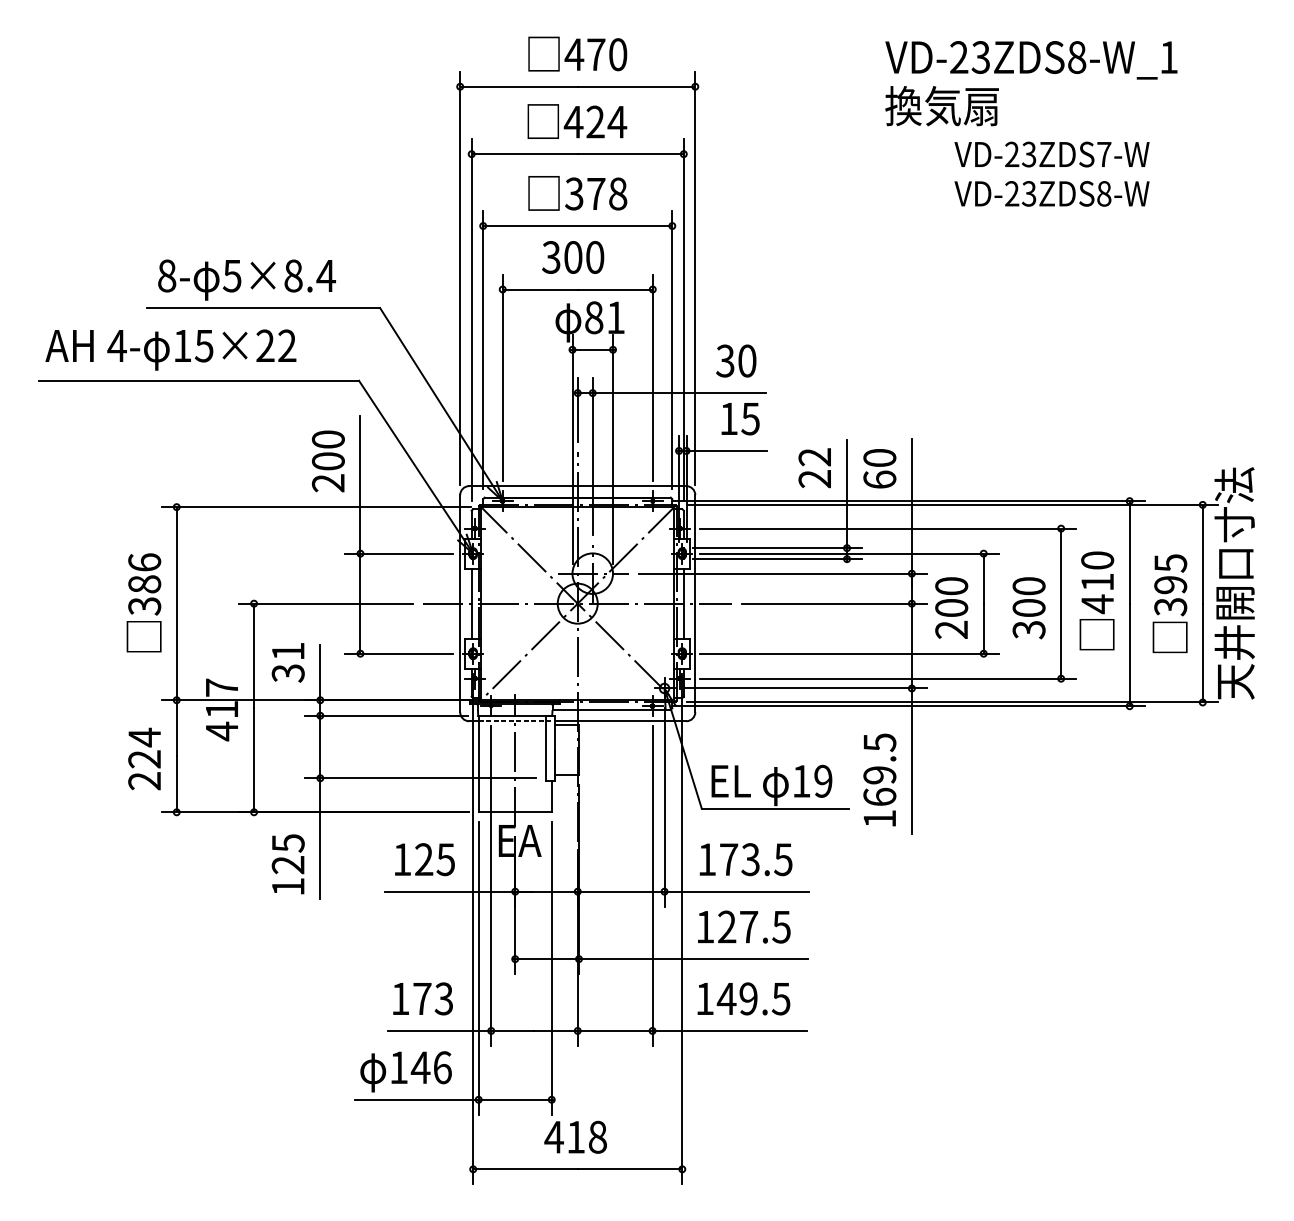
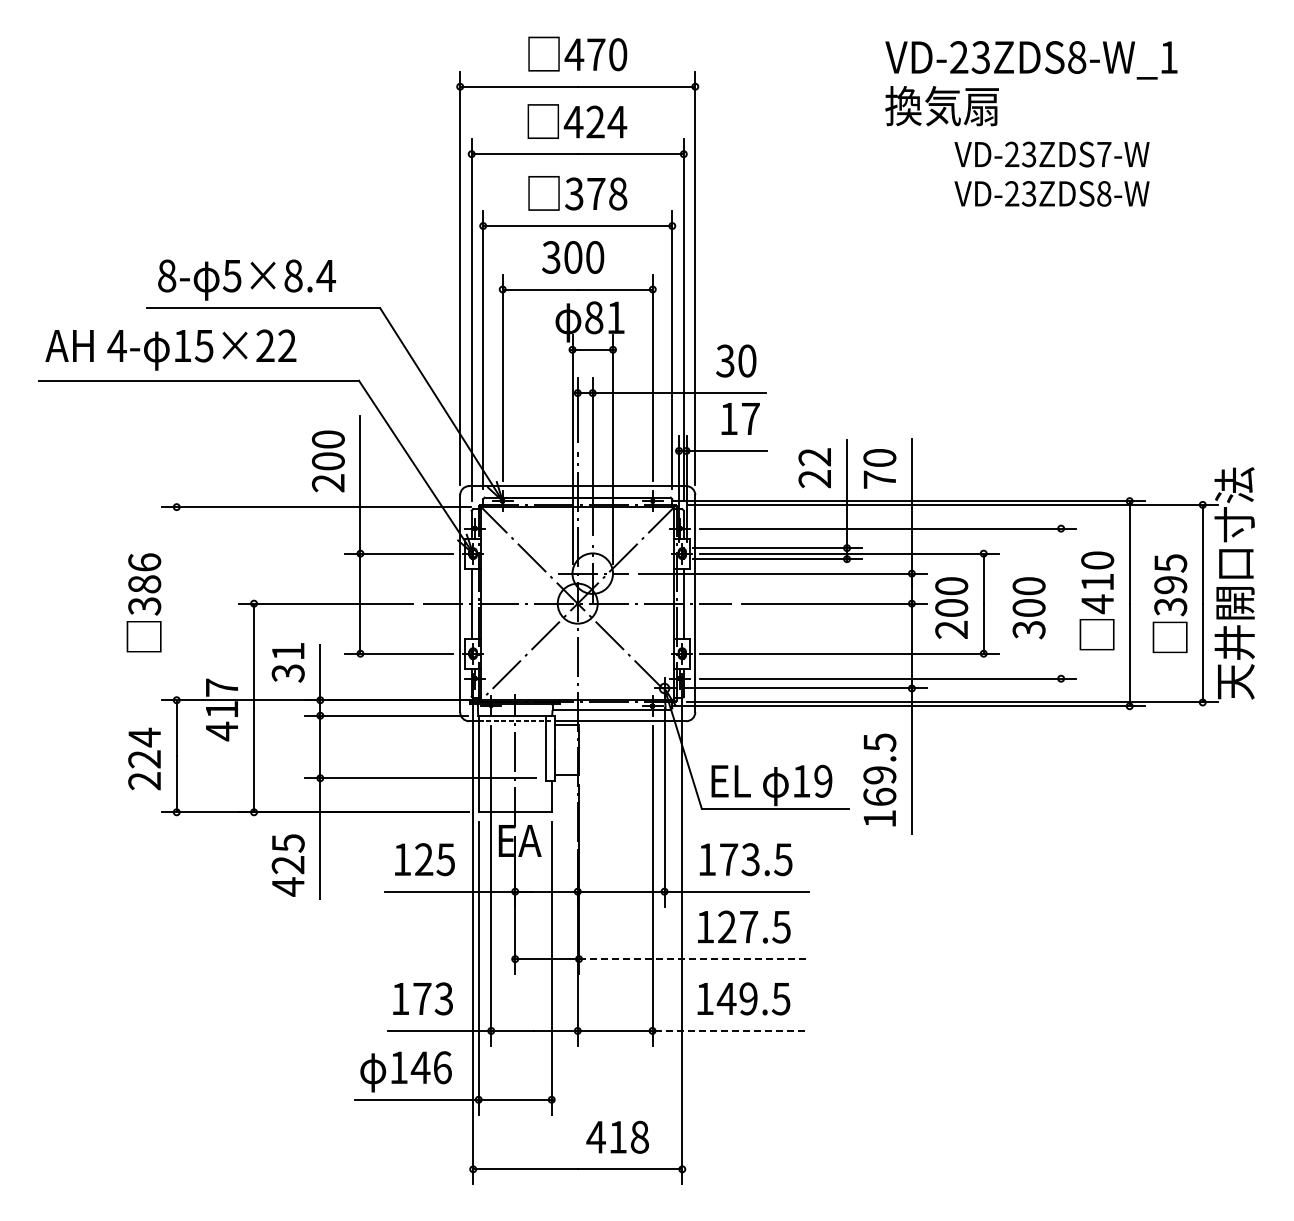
text at (750, 419): 15 -> 17
text at (879, 479): 60 -> 70
line at (176, 603): present -> none
line at (1061, 603): present -> none
text at (288, 886): 125 -> 425
line at (693, 959): solid -> dashed
line at (731, 1030): solid -> dashed
text at (575, 1136) position: (575, 1136) -> (617, 1136)
